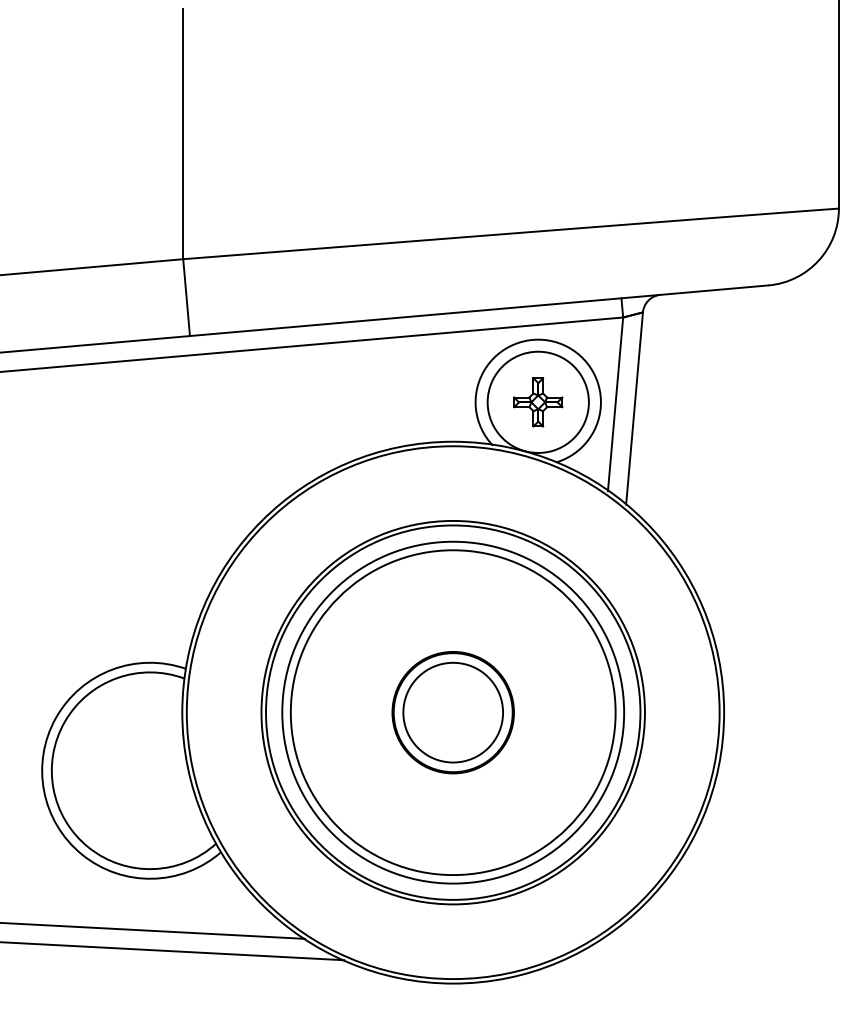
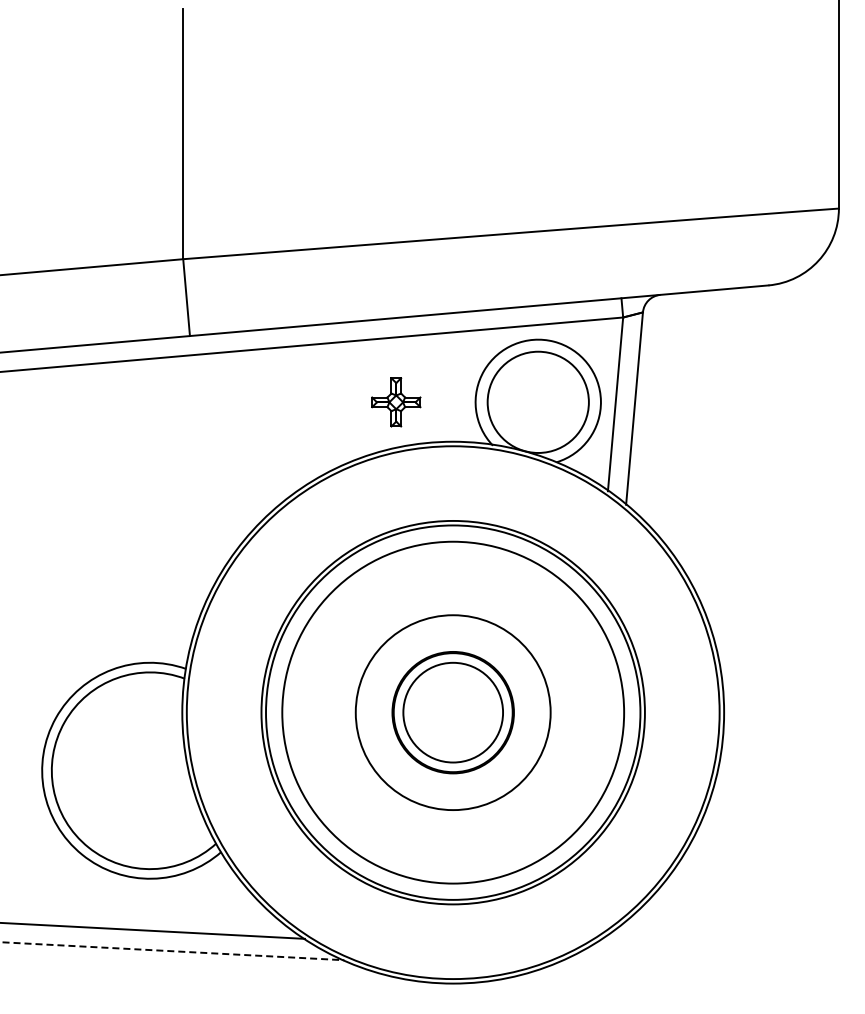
part at (538, 402) position: (538, 402) -> (396, 402)
circle at (452, 712) diameter: 325 px -> 195 px
line at (172, 951): solid -> dashed
